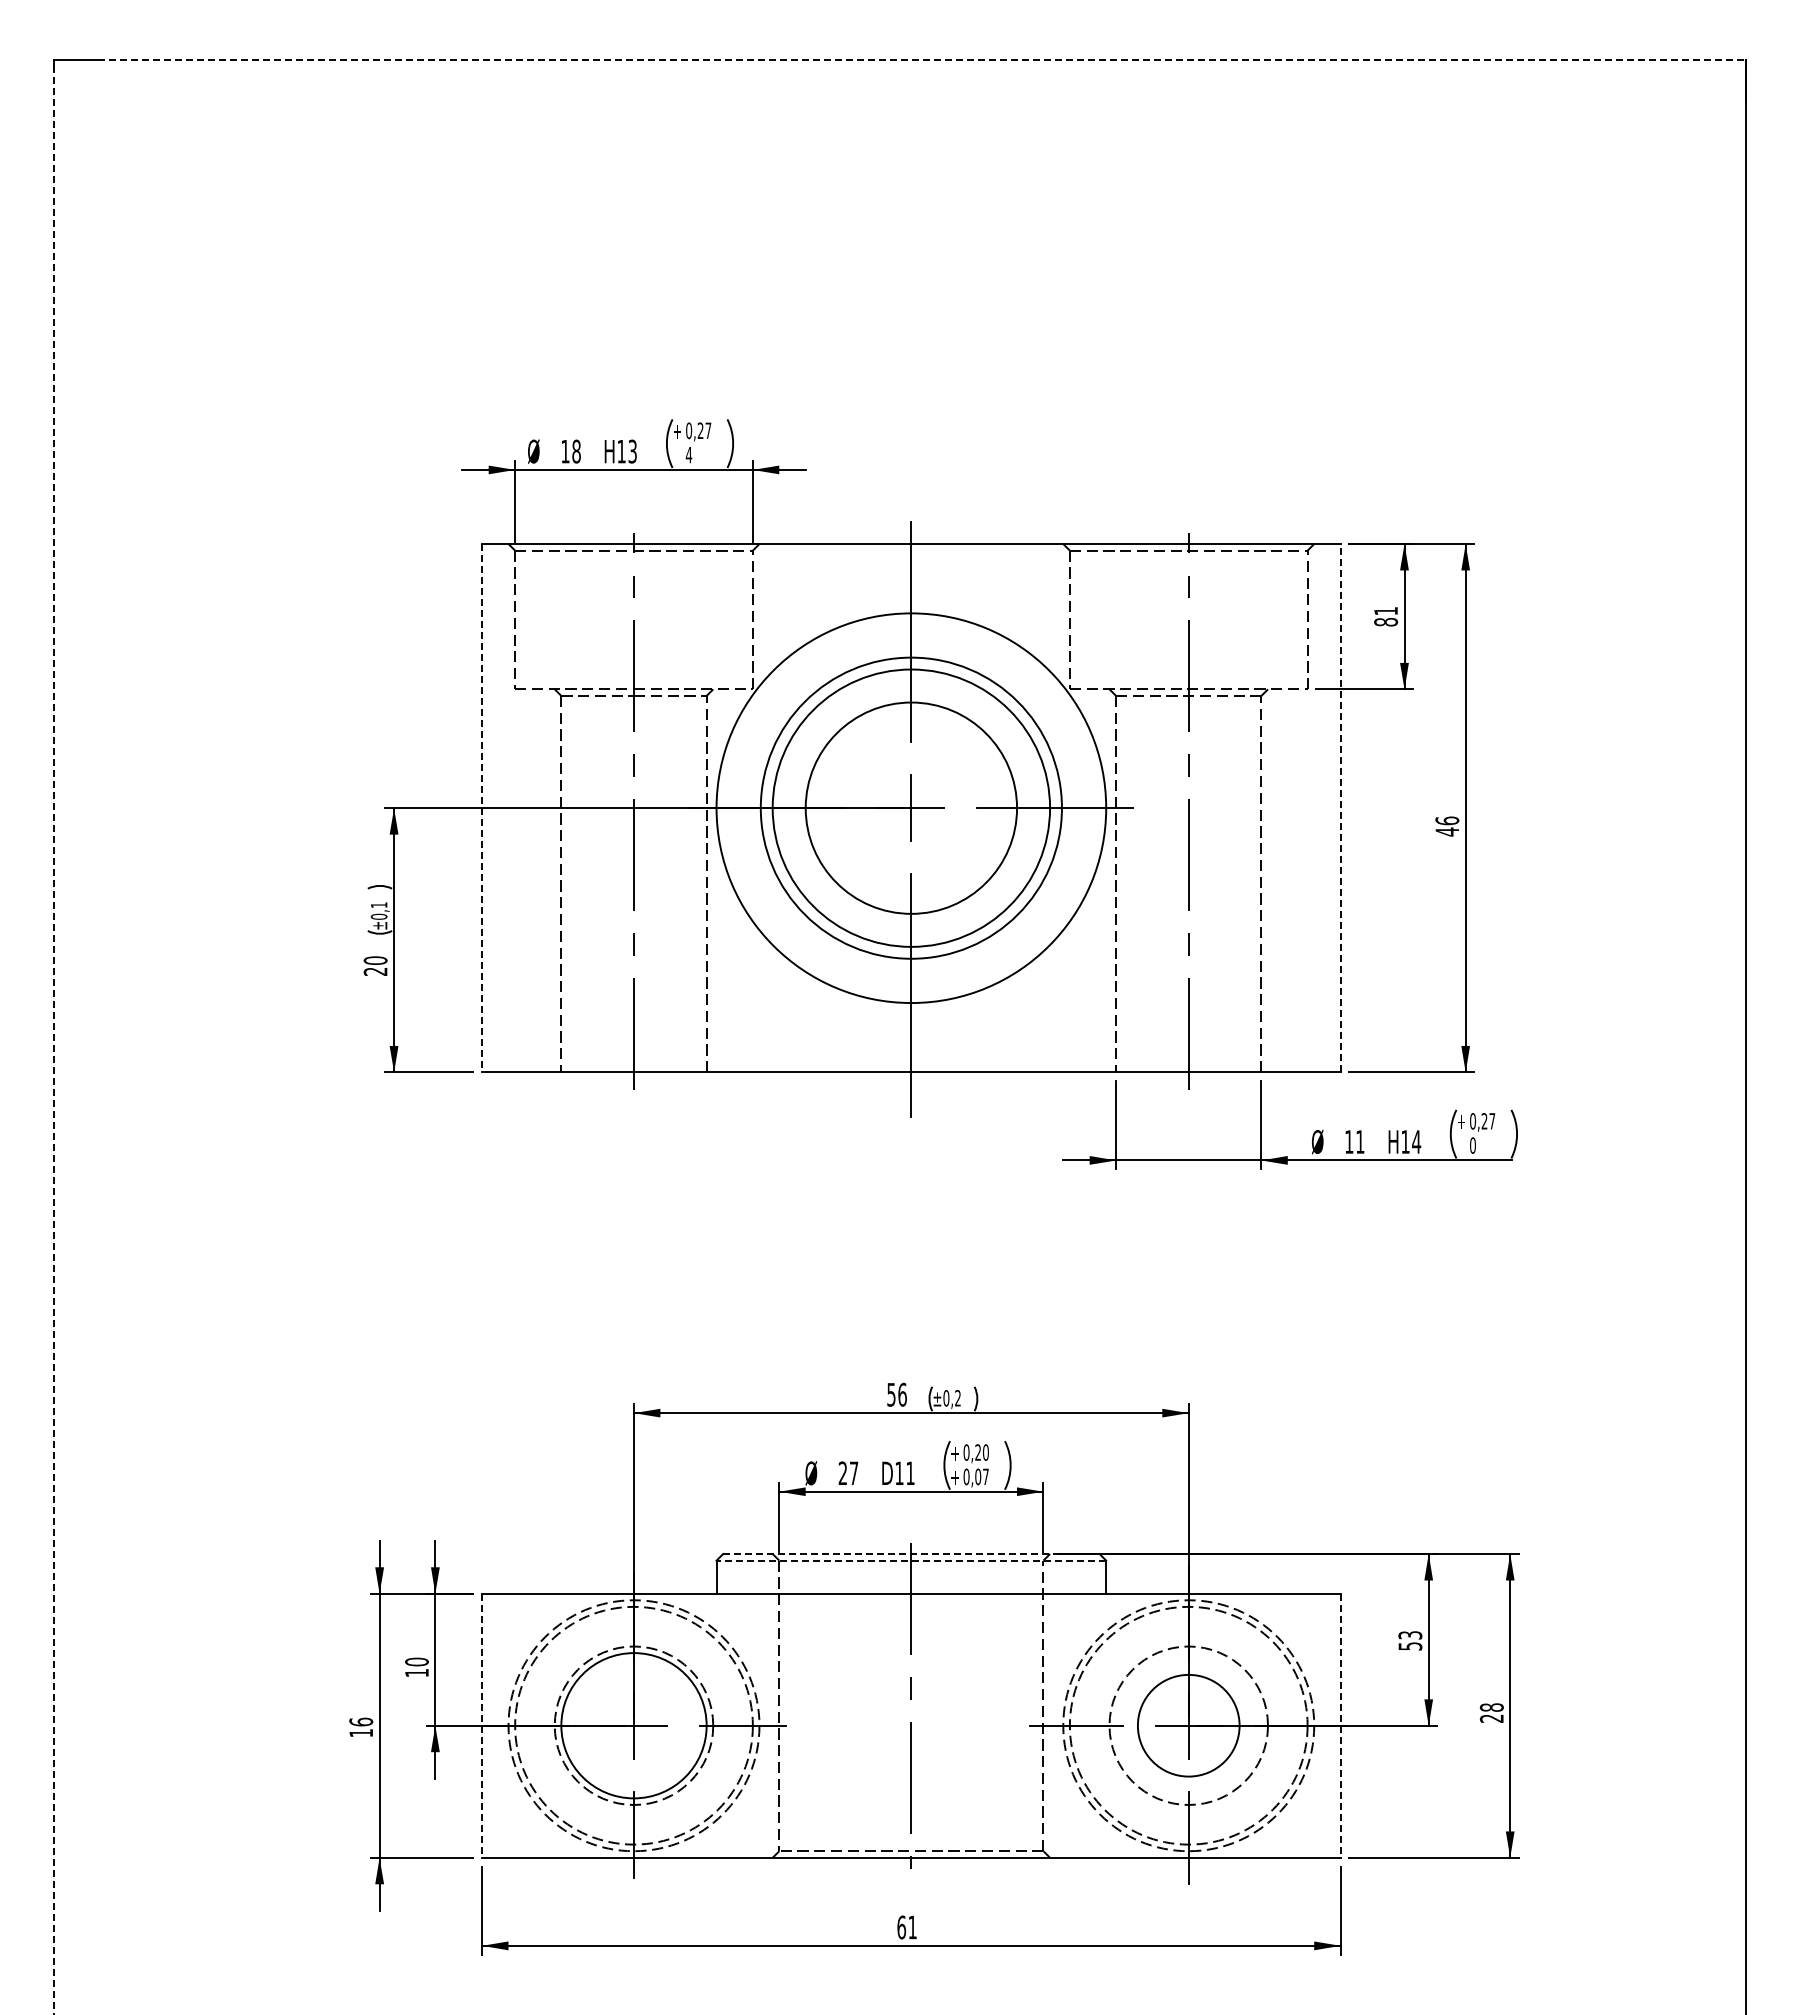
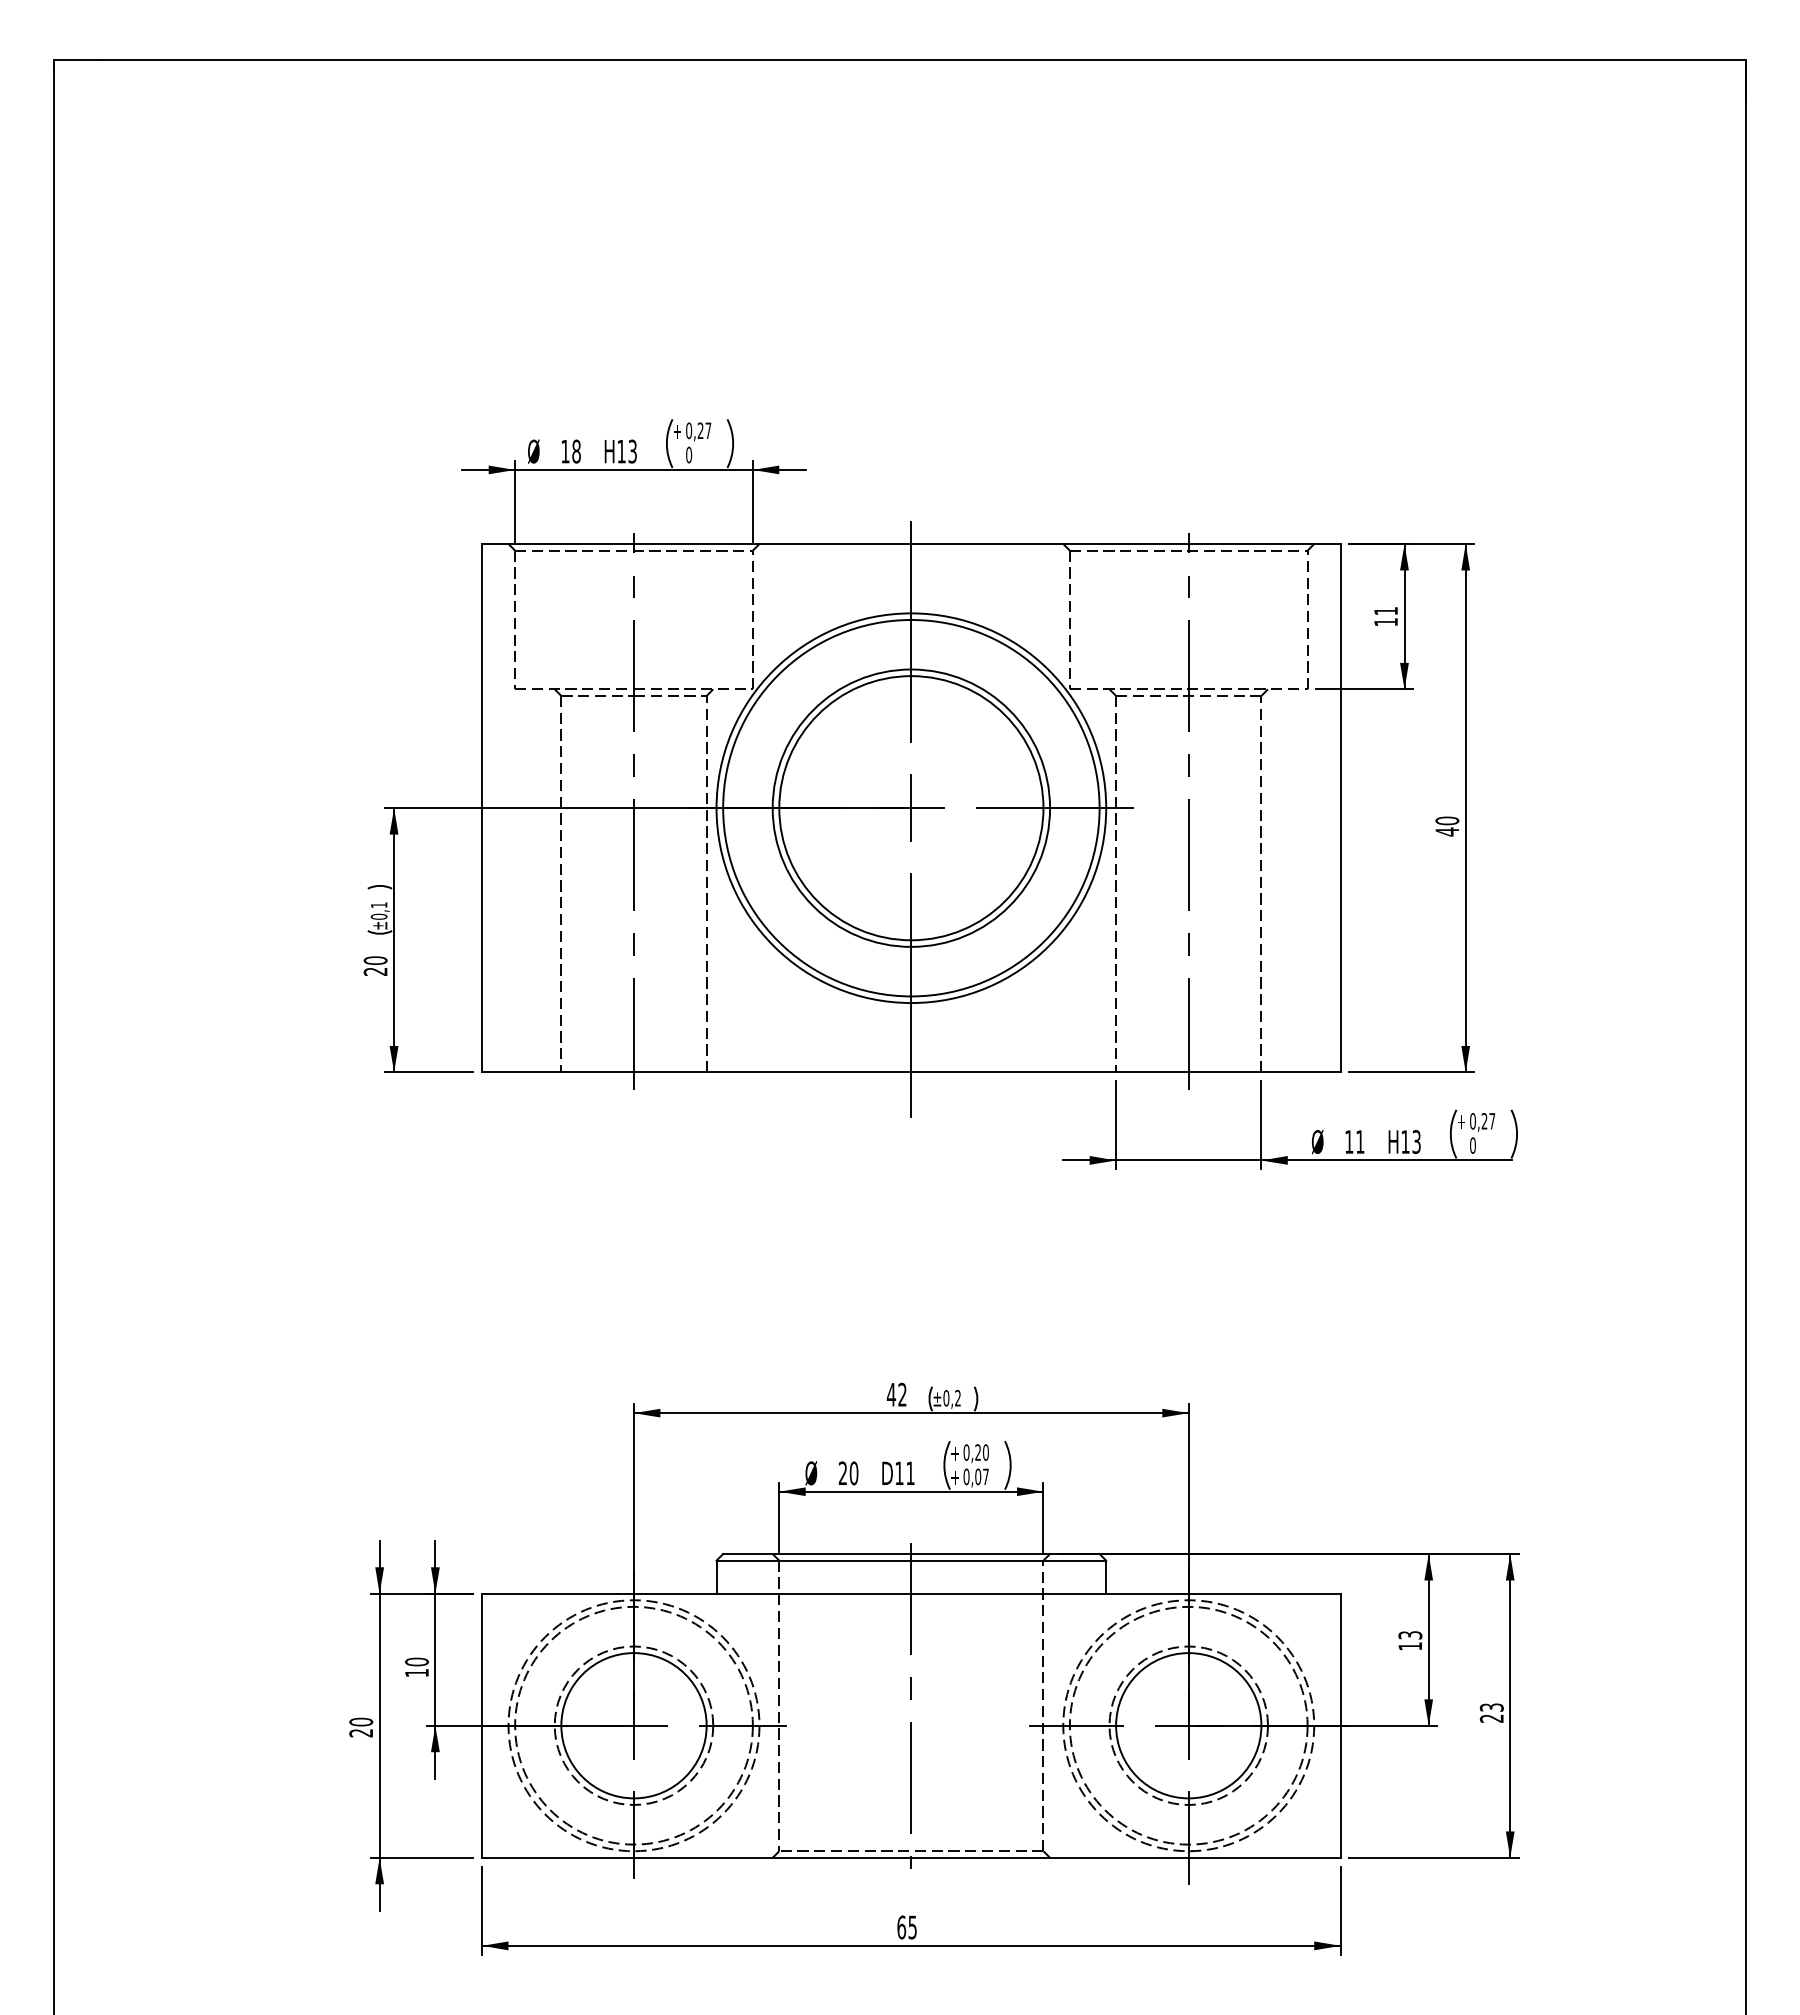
line at (922, 60): dashed -> solid
text at (688, 454): 4 -> 0
text at (1386, 622): 81 -> 11
circle at (910, 807) diameter: 301 px -> 376 px
circle at (911, 807) diameter: 211 px -> 264 px
line at (1340, 807): dashed -> solid
line at (482, 808): dashed -> solid
text at (1446, 820): 46 -> 40
line at (53, 1040): dashed -> solid
text at (1416, 1141): H14 -> H13
text at (896, 1394): 56 -> 42
text at (853, 1473): 27 -> 20
line at (911, 1554): dashed -> solid
line at (911, 1560): dashed -> solid
text at (1410, 1646): 53 -> 13
text at (1491, 1707): 28 -> 23
circle at (1188, 1725) diameter: 102 px -> 145 px
line at (482, 1726): dashed -> solid
line at (1340, 1726): dashed -> solid
text at (360, 1727): 16 -> 20
text at (912, 1927): 61 -> 65
